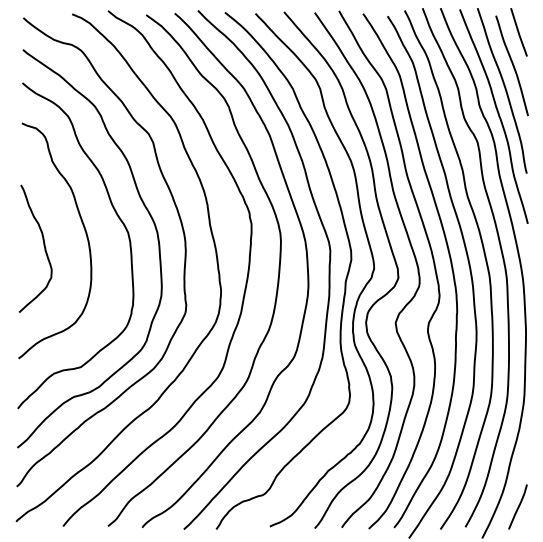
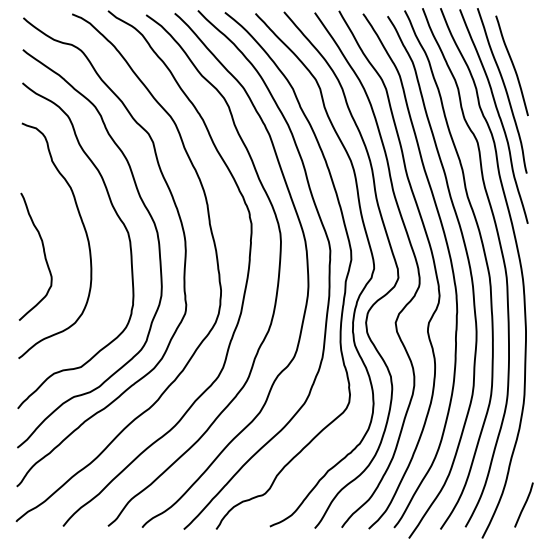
line at (518, 32): present -> none
curve at (43, 245) position: (43, 245) -> (43, 253)
line at (518, 506) position: (518, 506) -> (524, 504)
